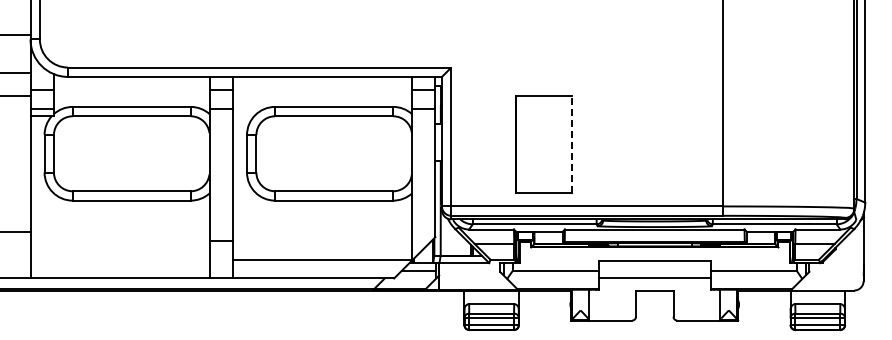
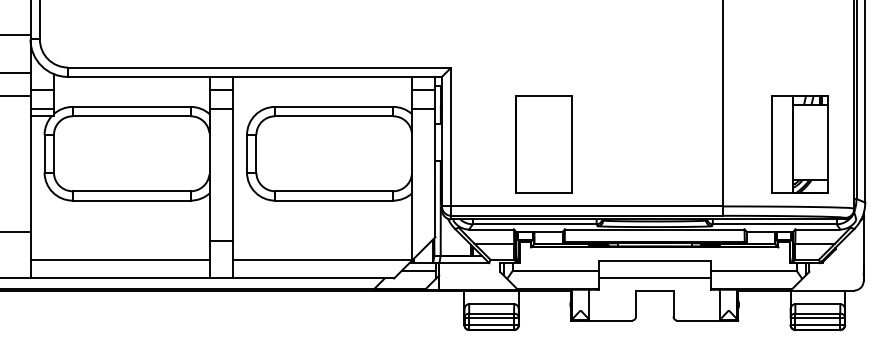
line at (572, 144): dashed -> solid
part at (799, 144): none -> present
line at (119, 259): none -> present
